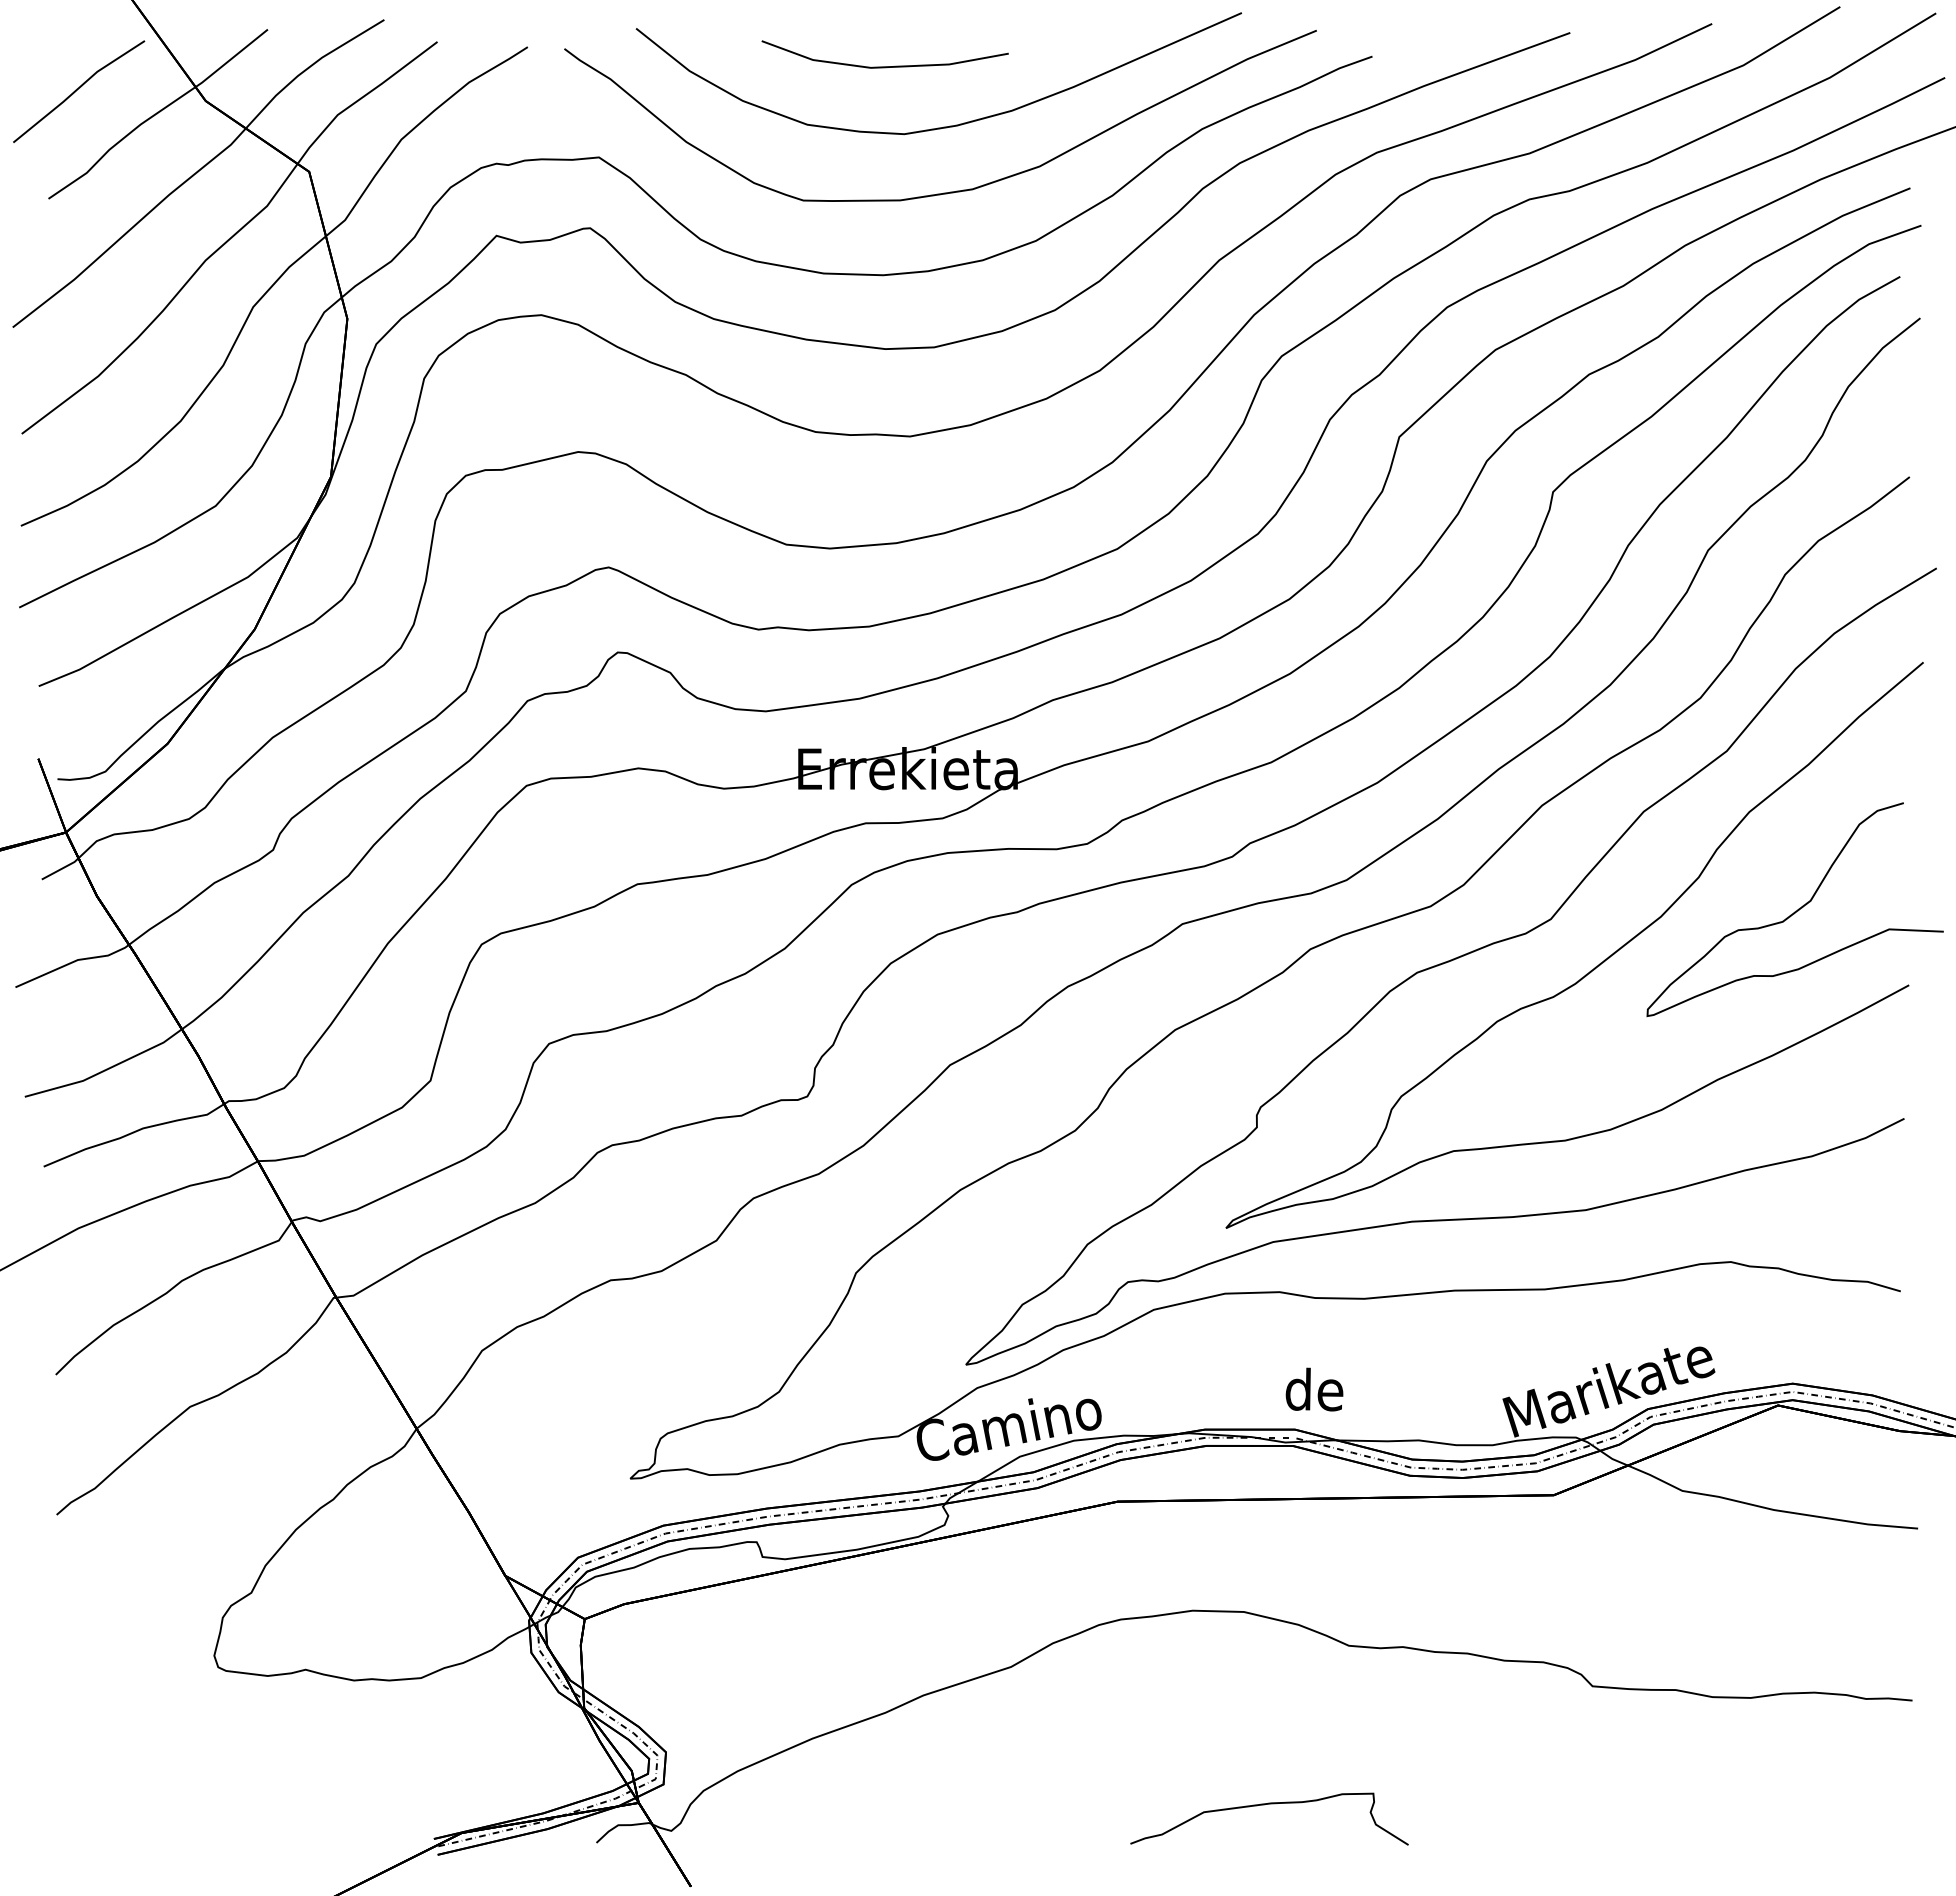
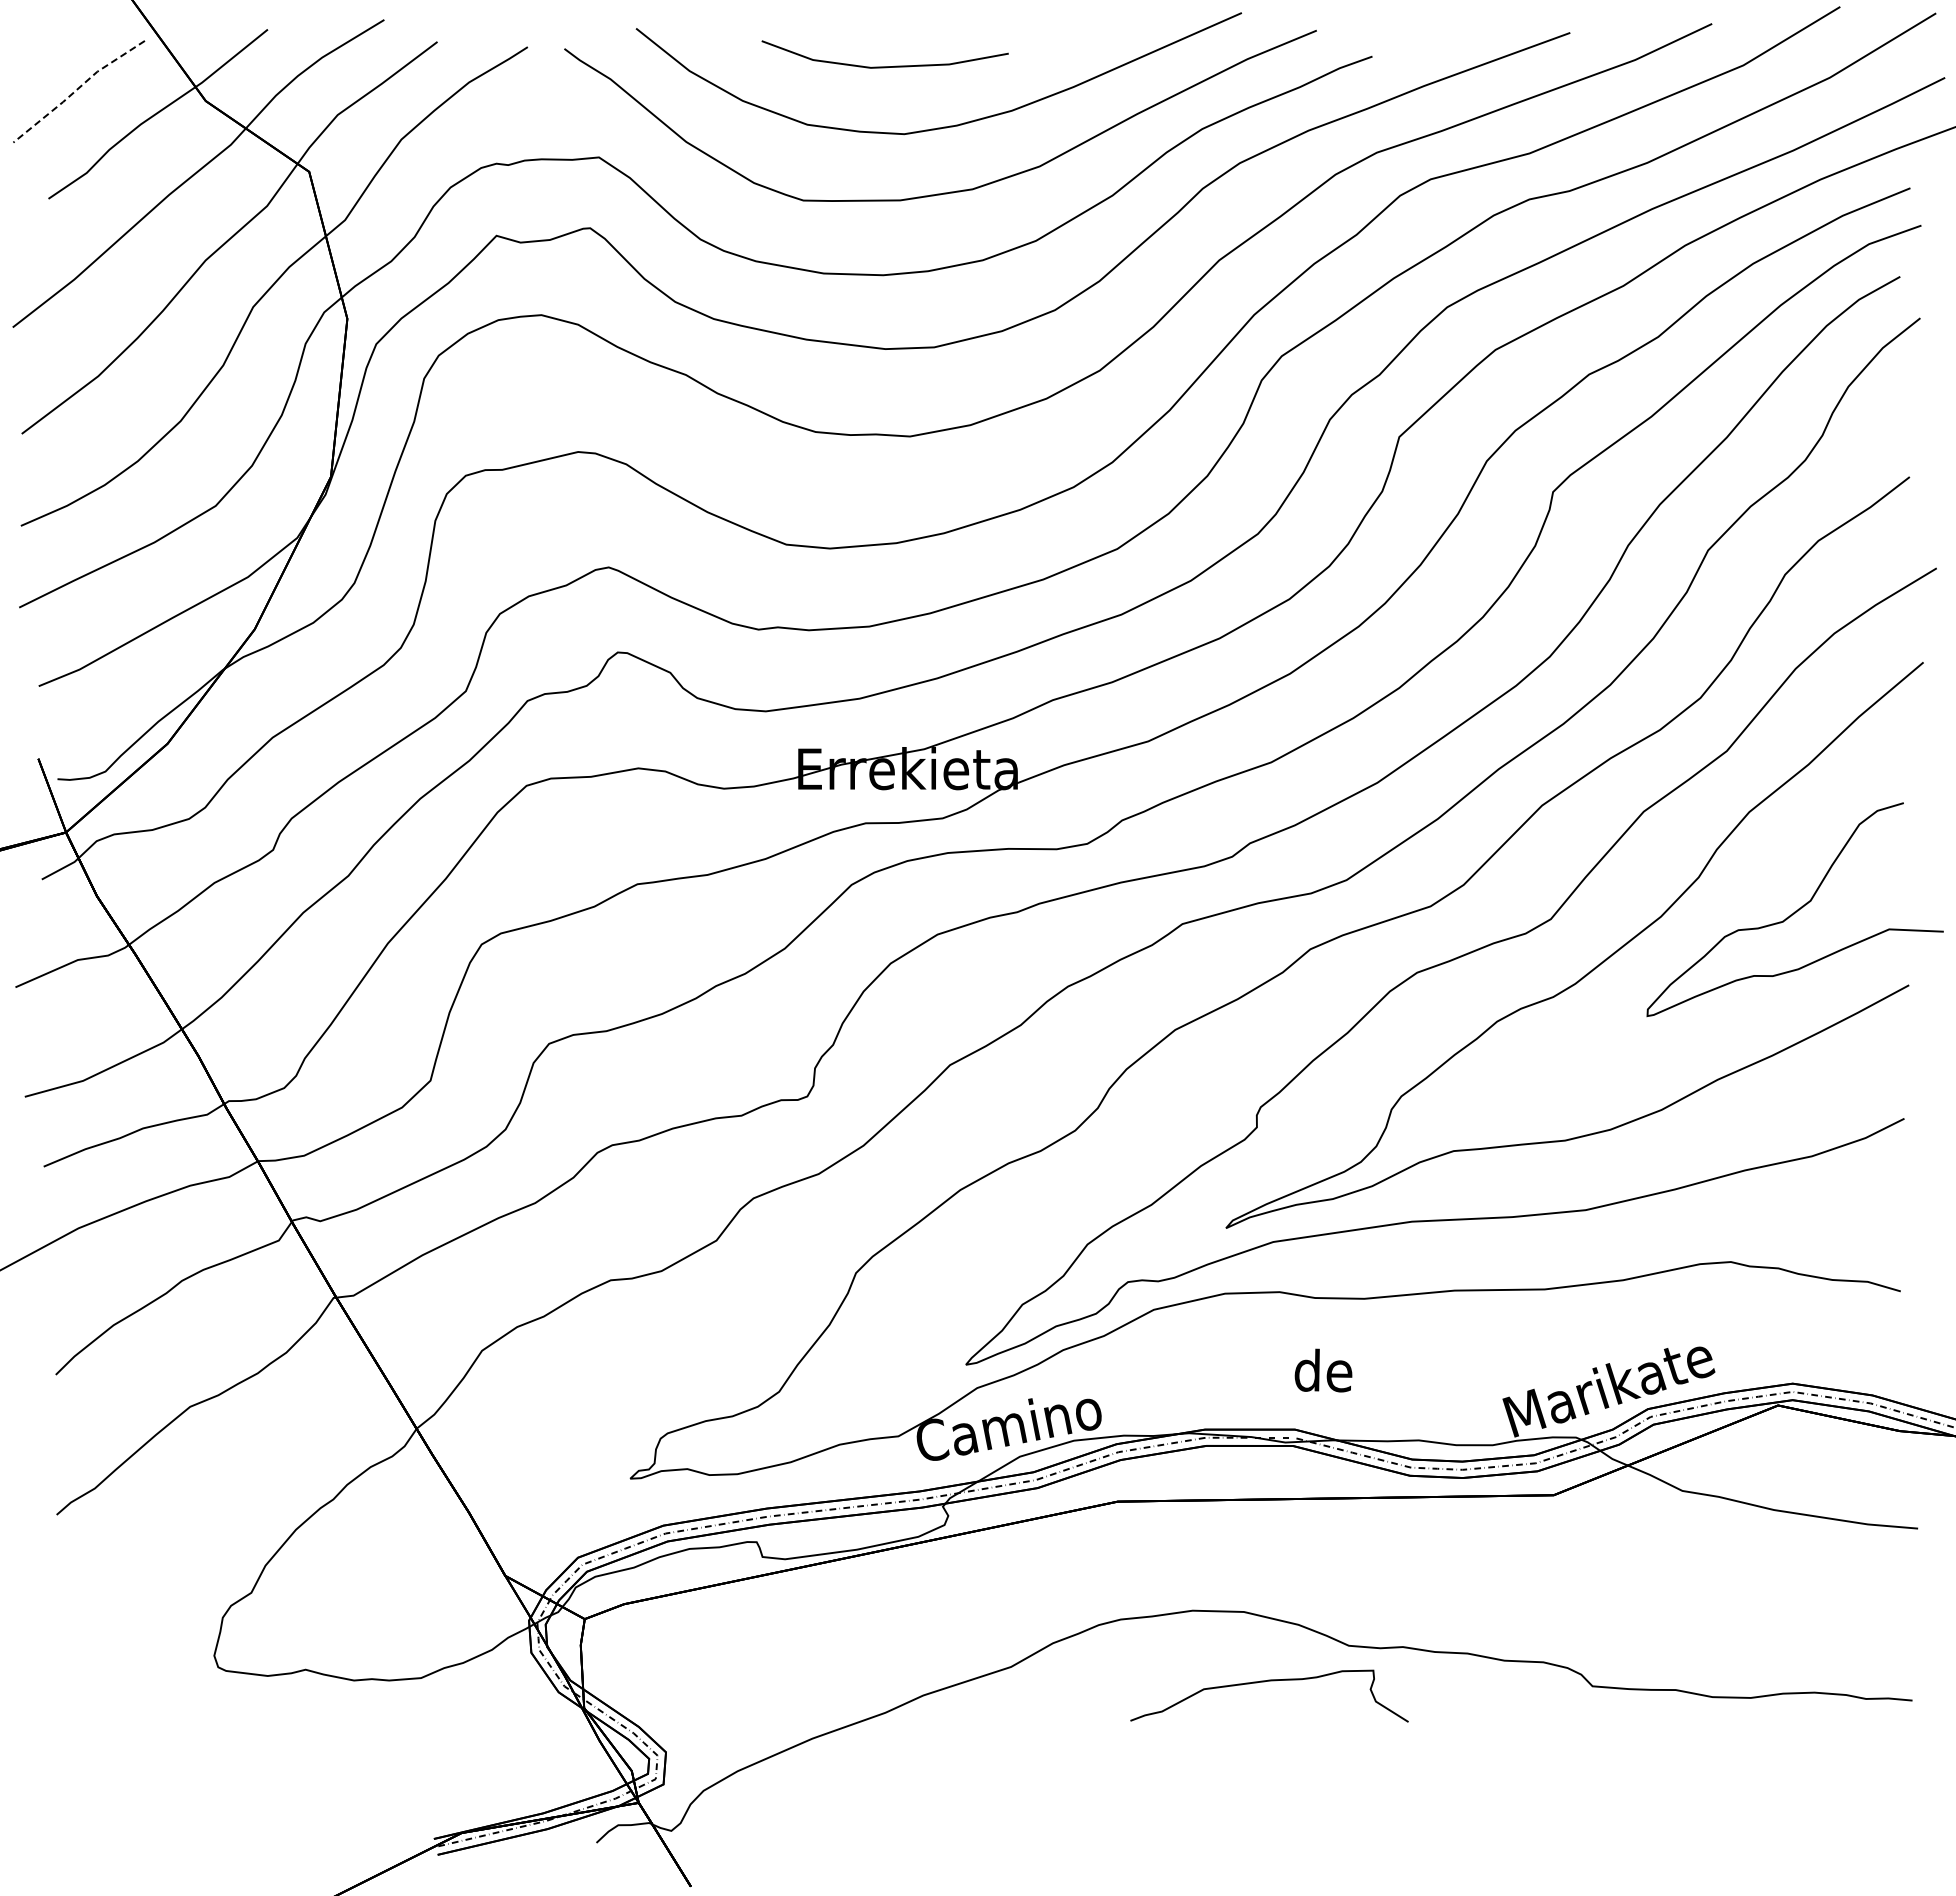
line at (77, 89): solid -> dashed
text at (1314, 1389) position: (1314, 1389) -> (1323, 1370)
curve at (1264, 1805) position: (1264, 1805) -> (1264, 1682)
